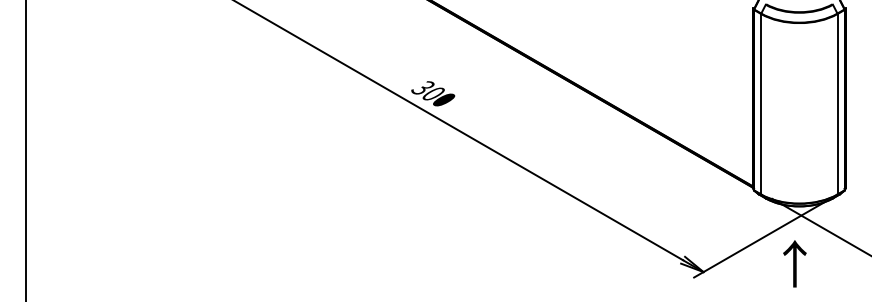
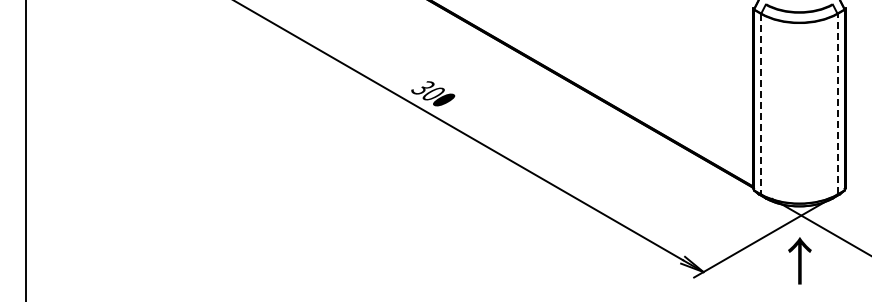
line at (837, 103): solid -> dashed
line at (761, 104): solid -> dashed
text at (794, 263) position: (794, 263) -> (799, 260)
